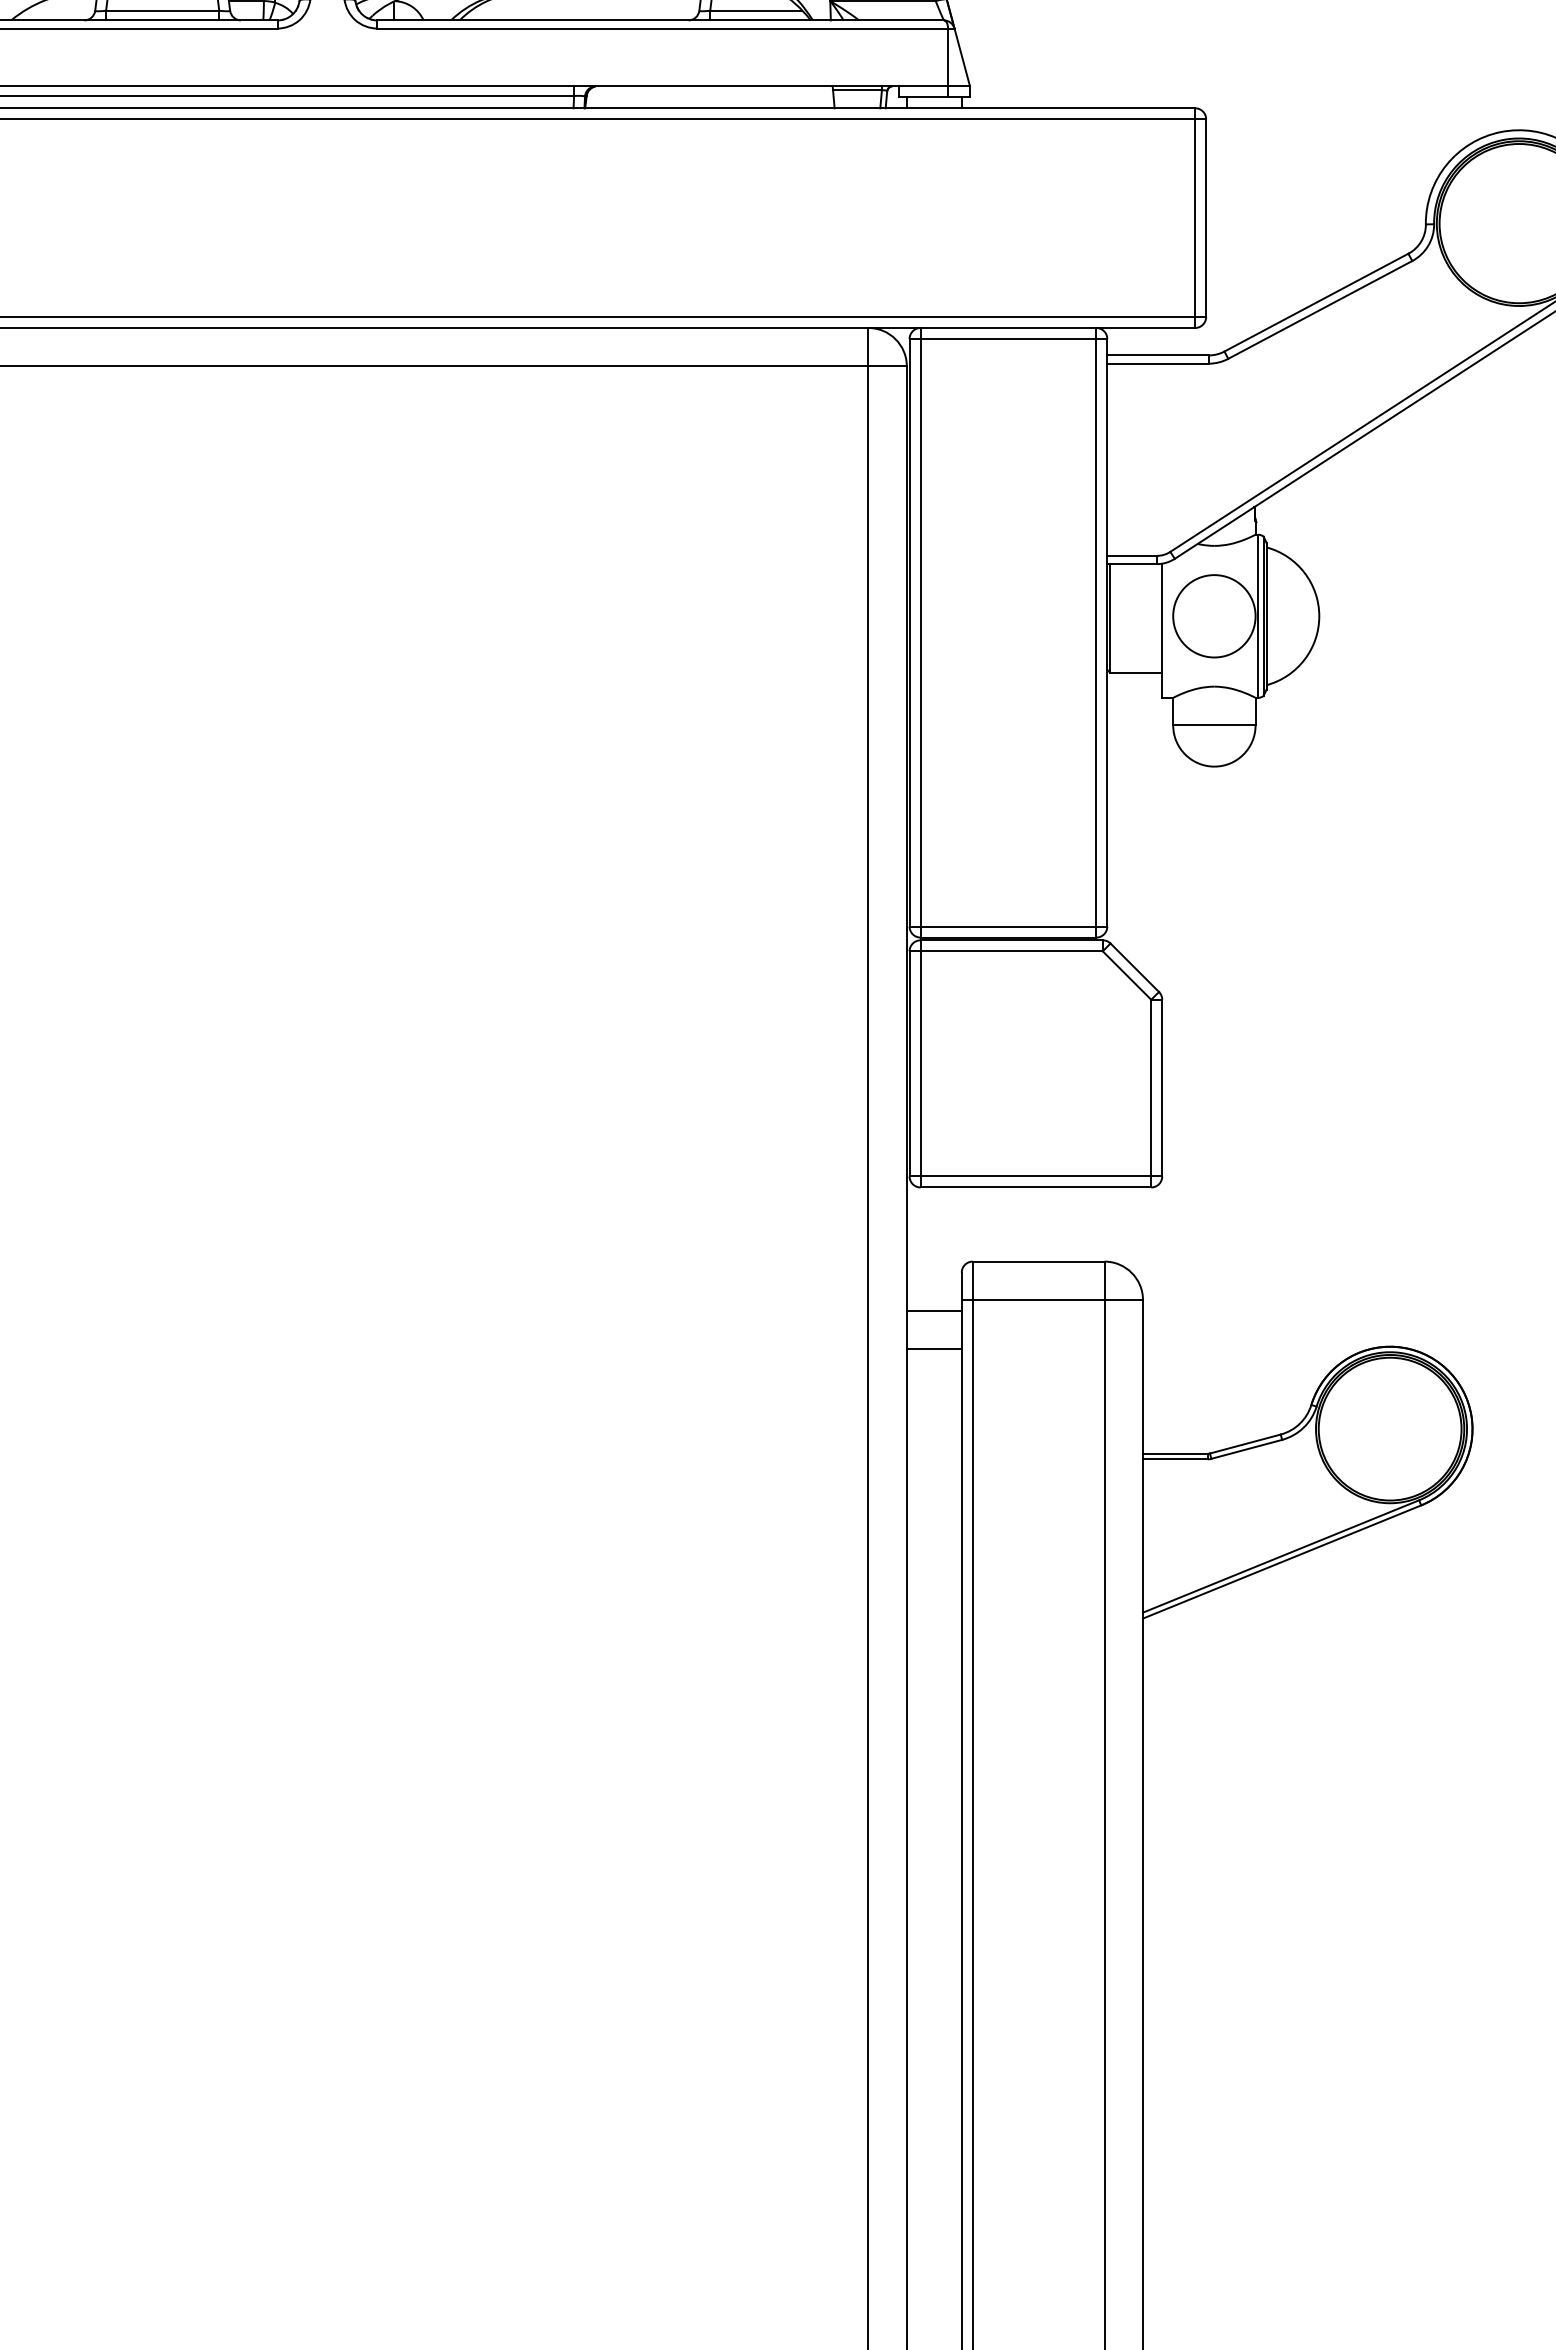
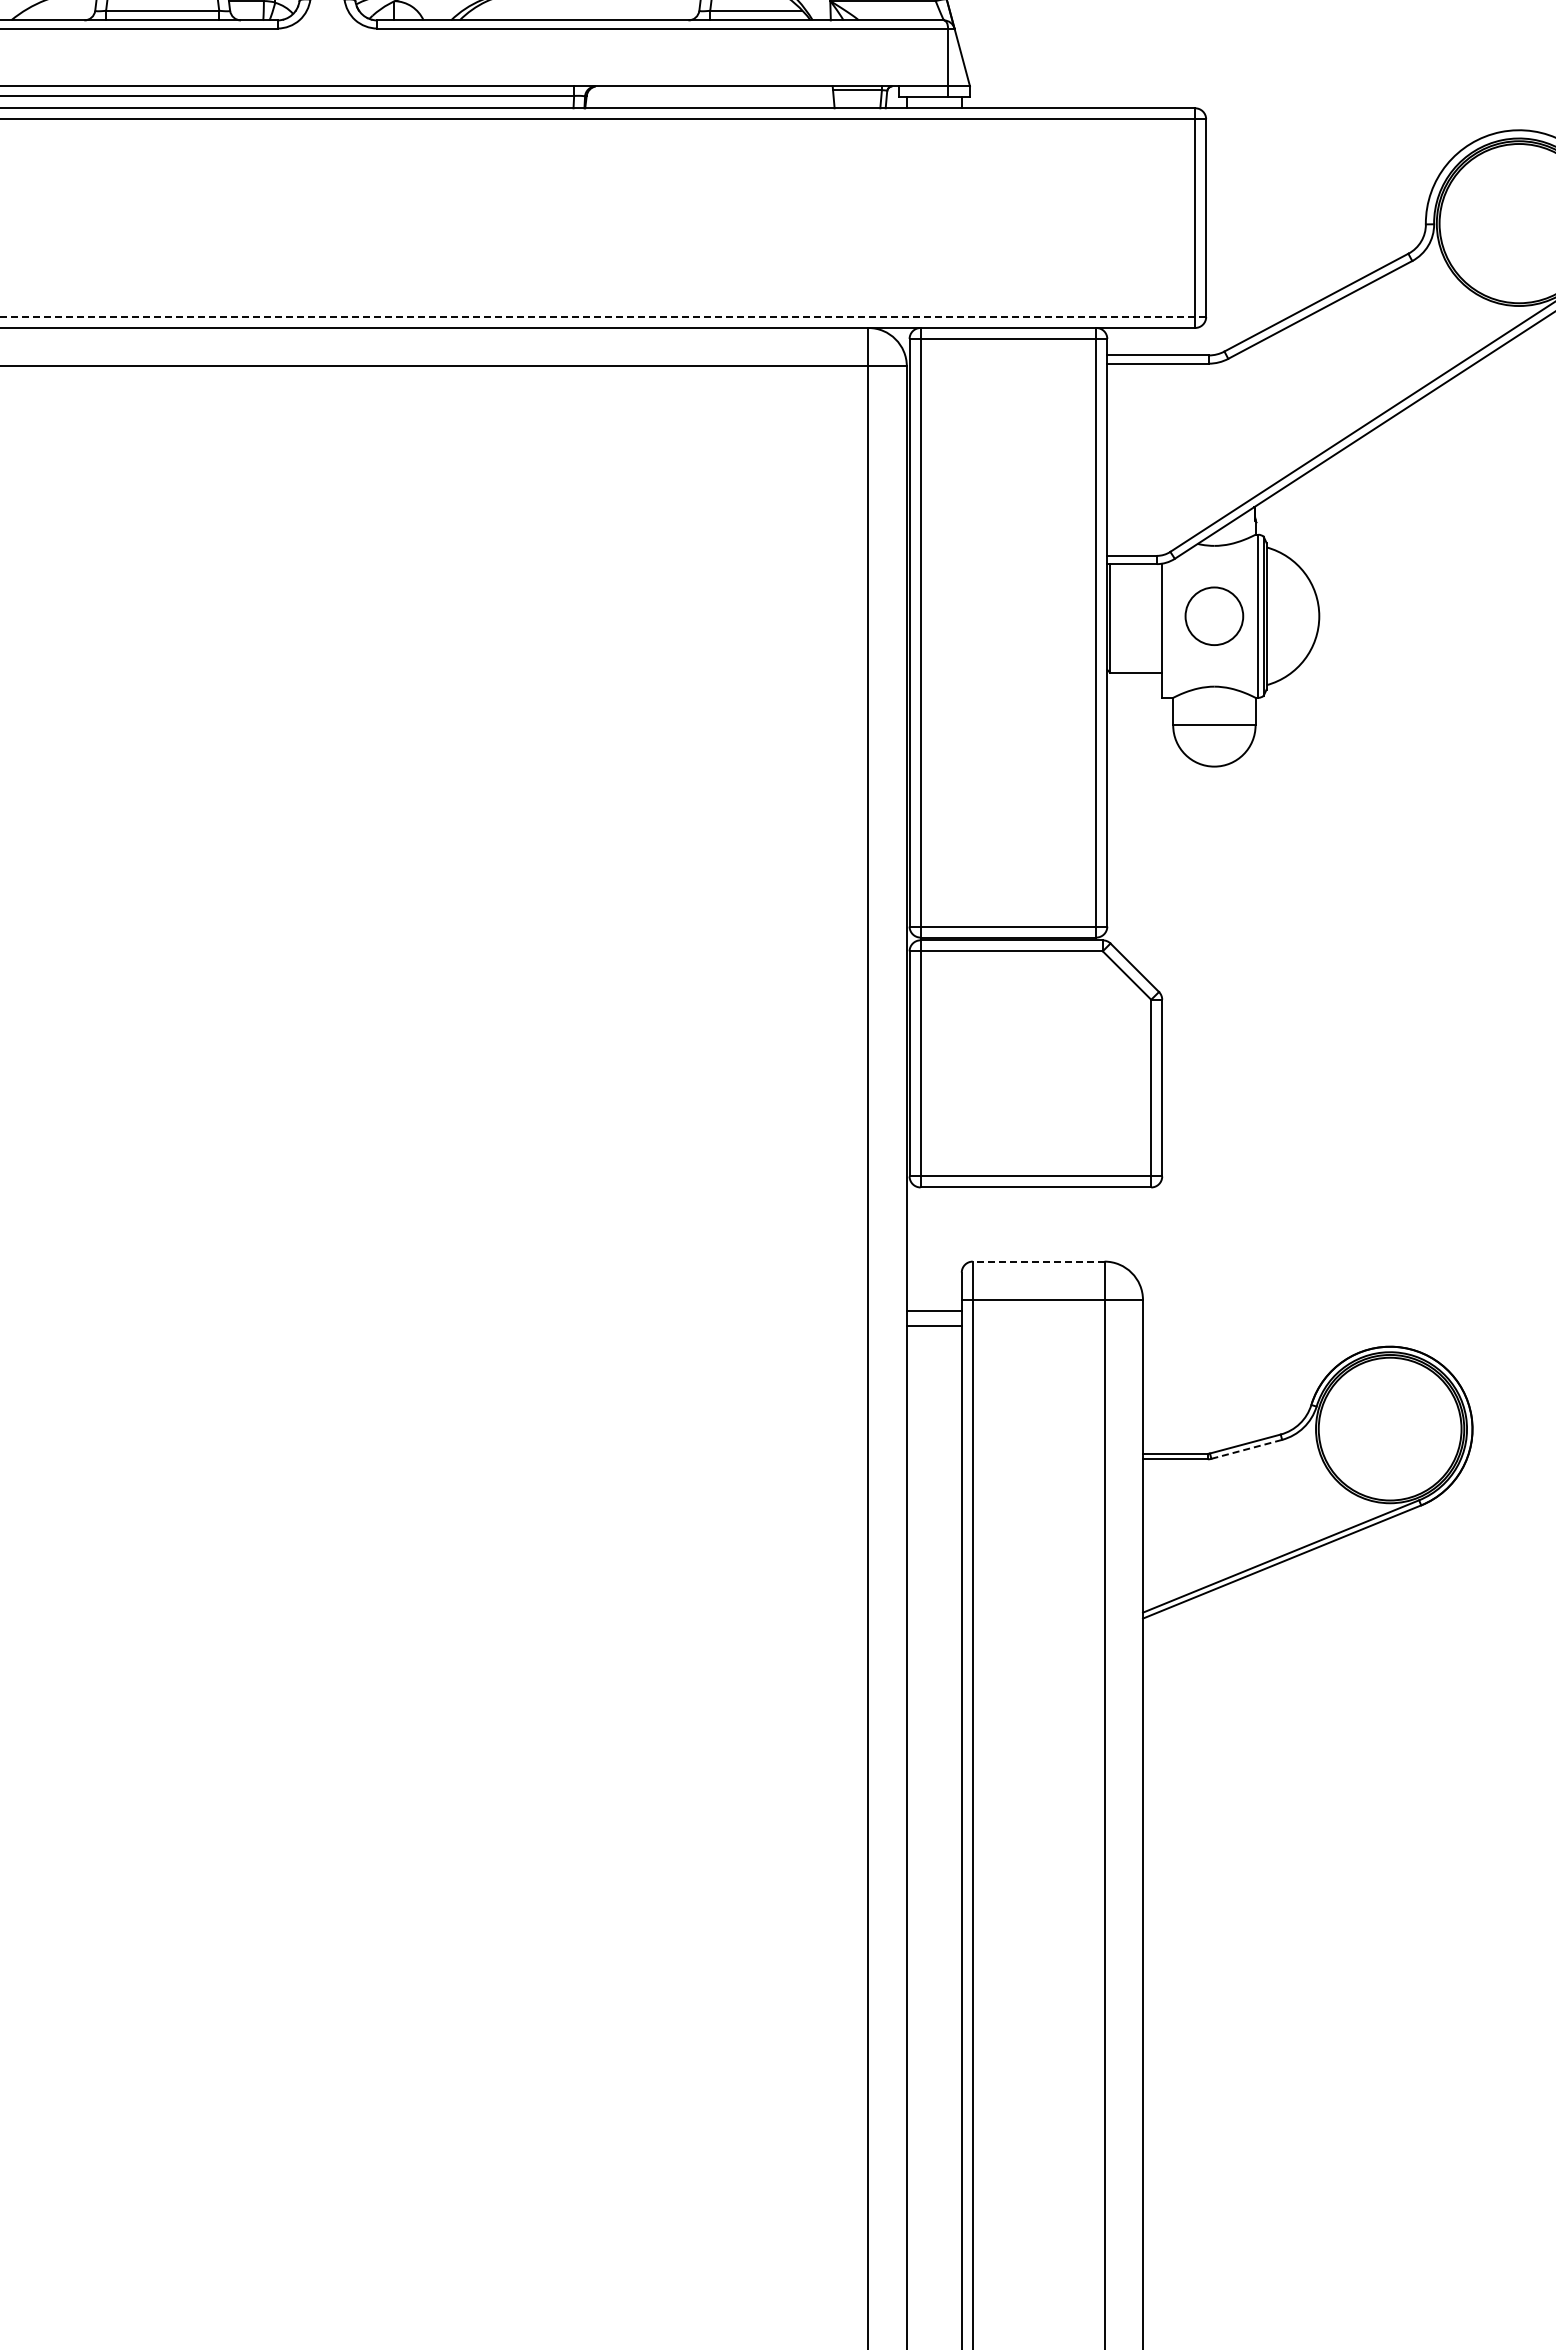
line at (603, 317): solid -> dashed
circle at (1214, 616) diameter: 82 px -> 58 px
line at (1038, 1261): solid -> dashed
line at (933, 1349) position: (933, 1349) -> (933, 1326)
line at (1246, 1449): solid -> dashed
